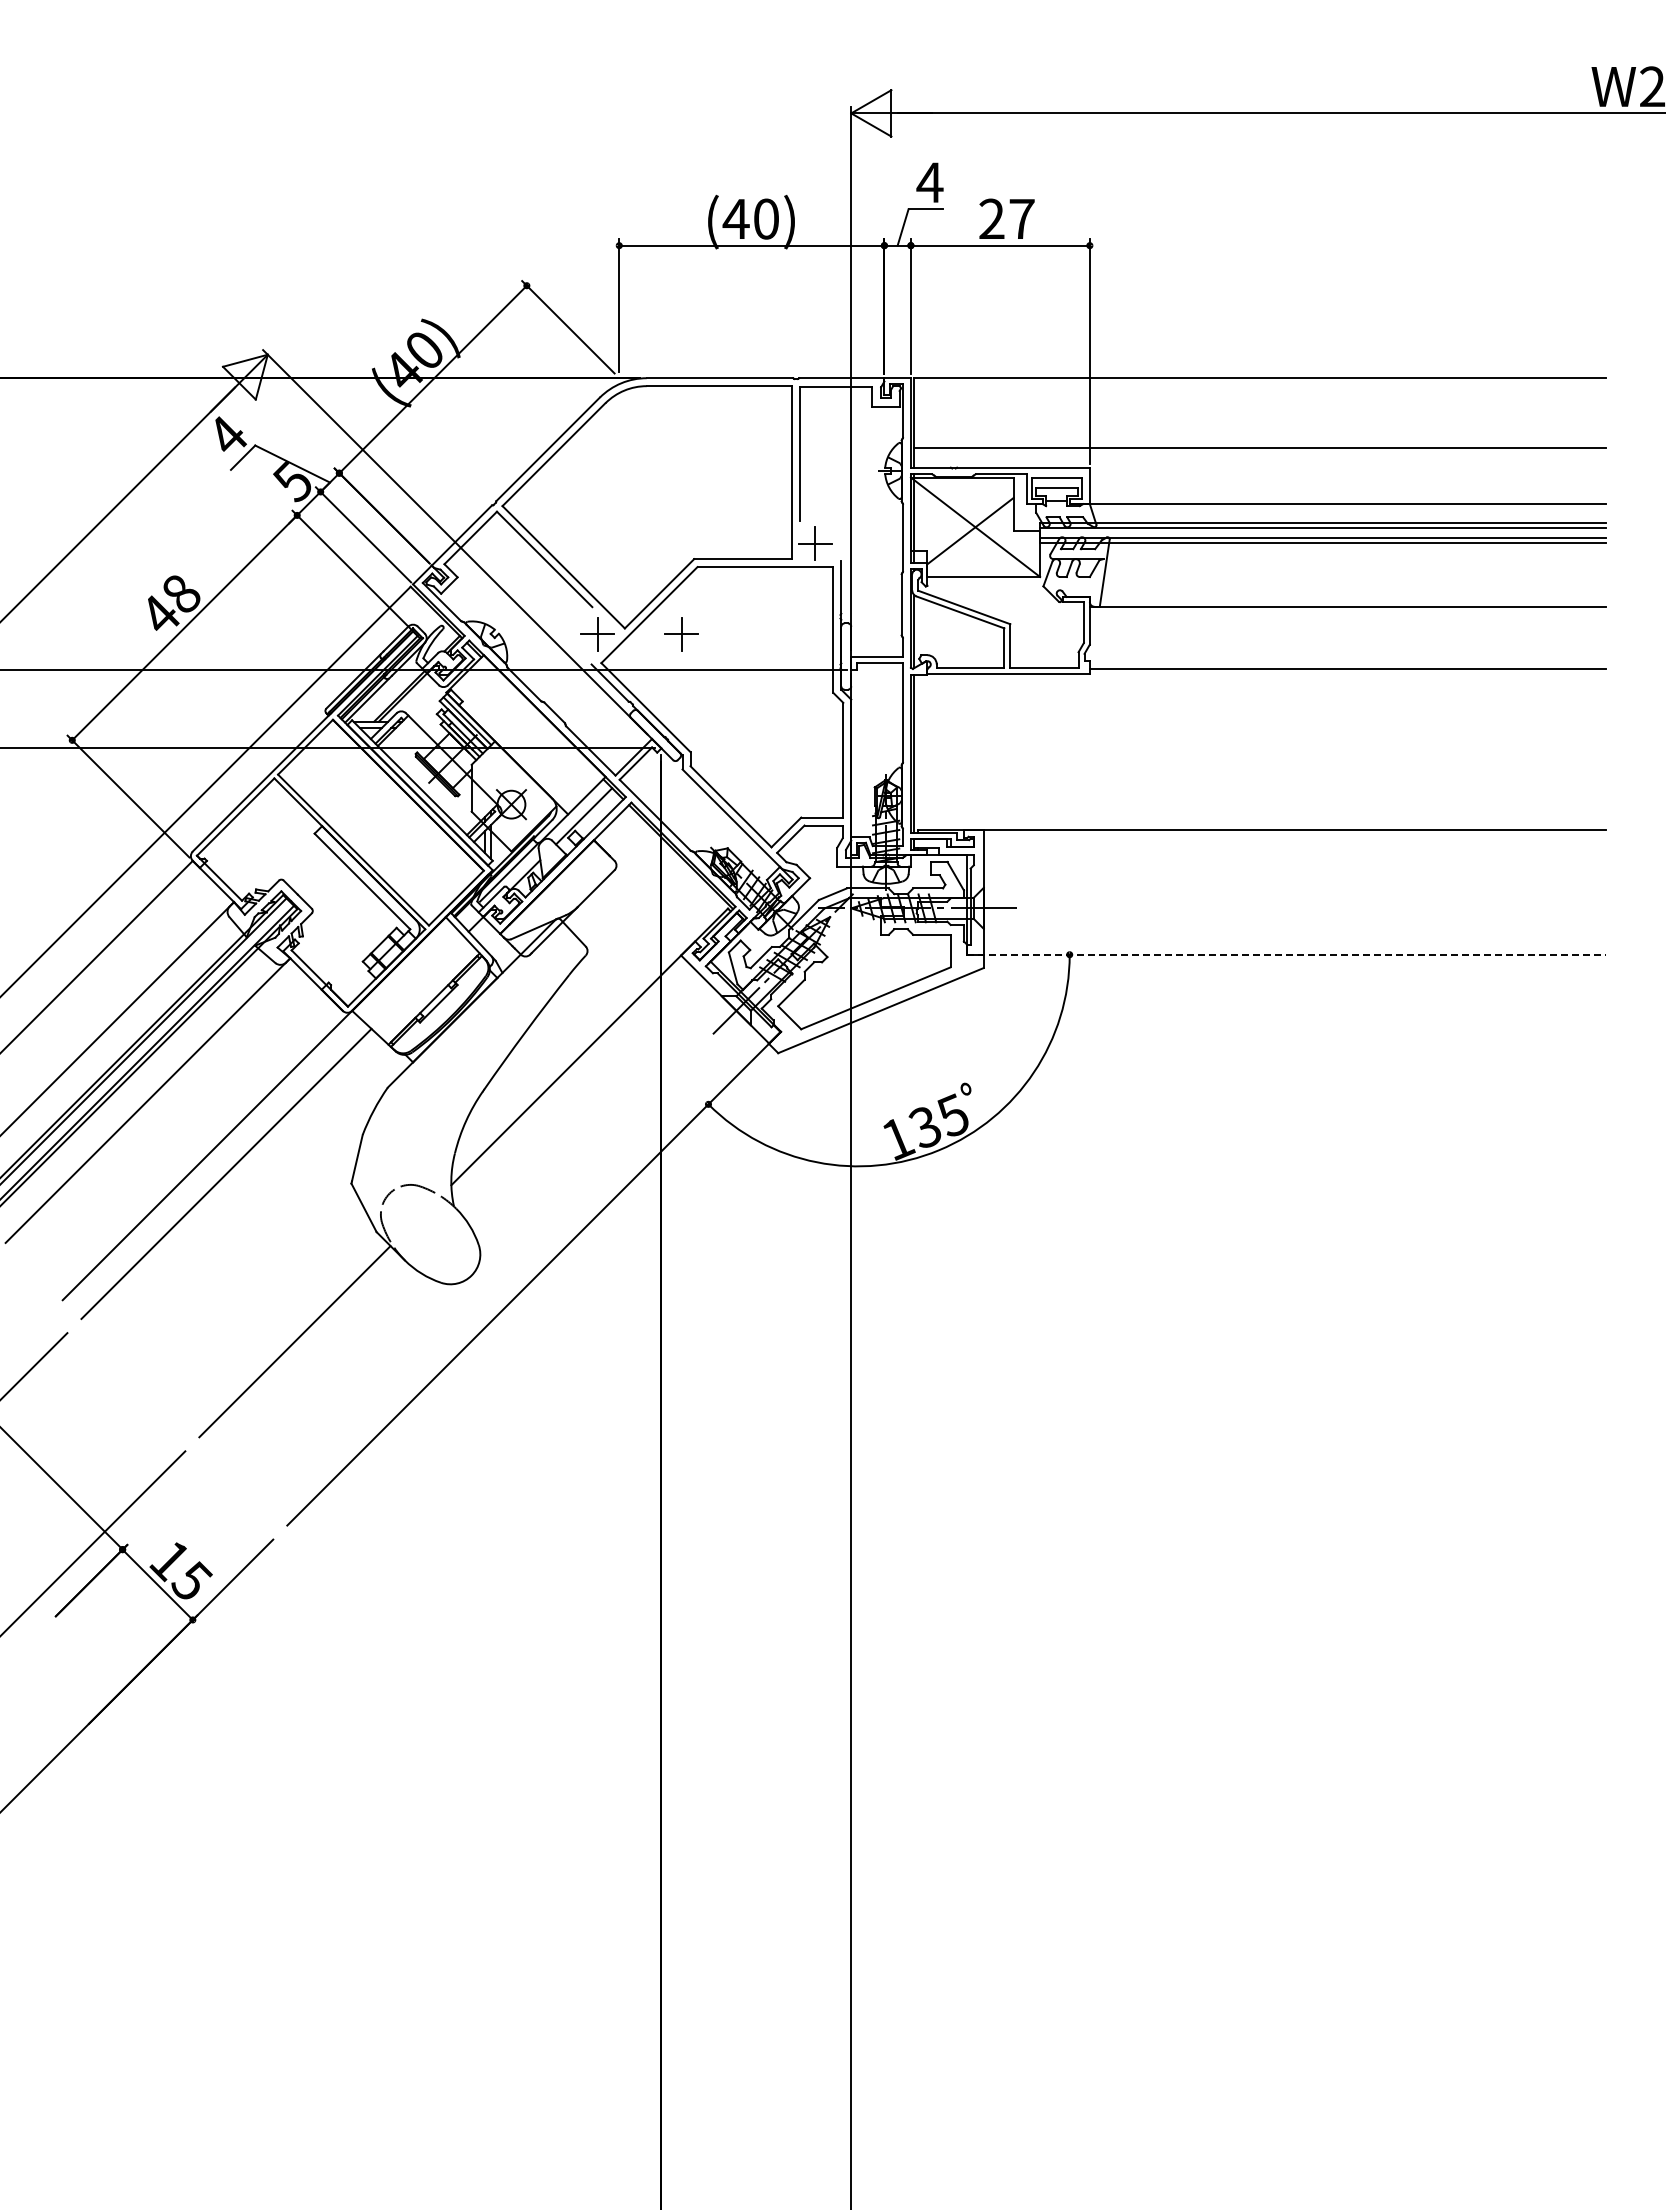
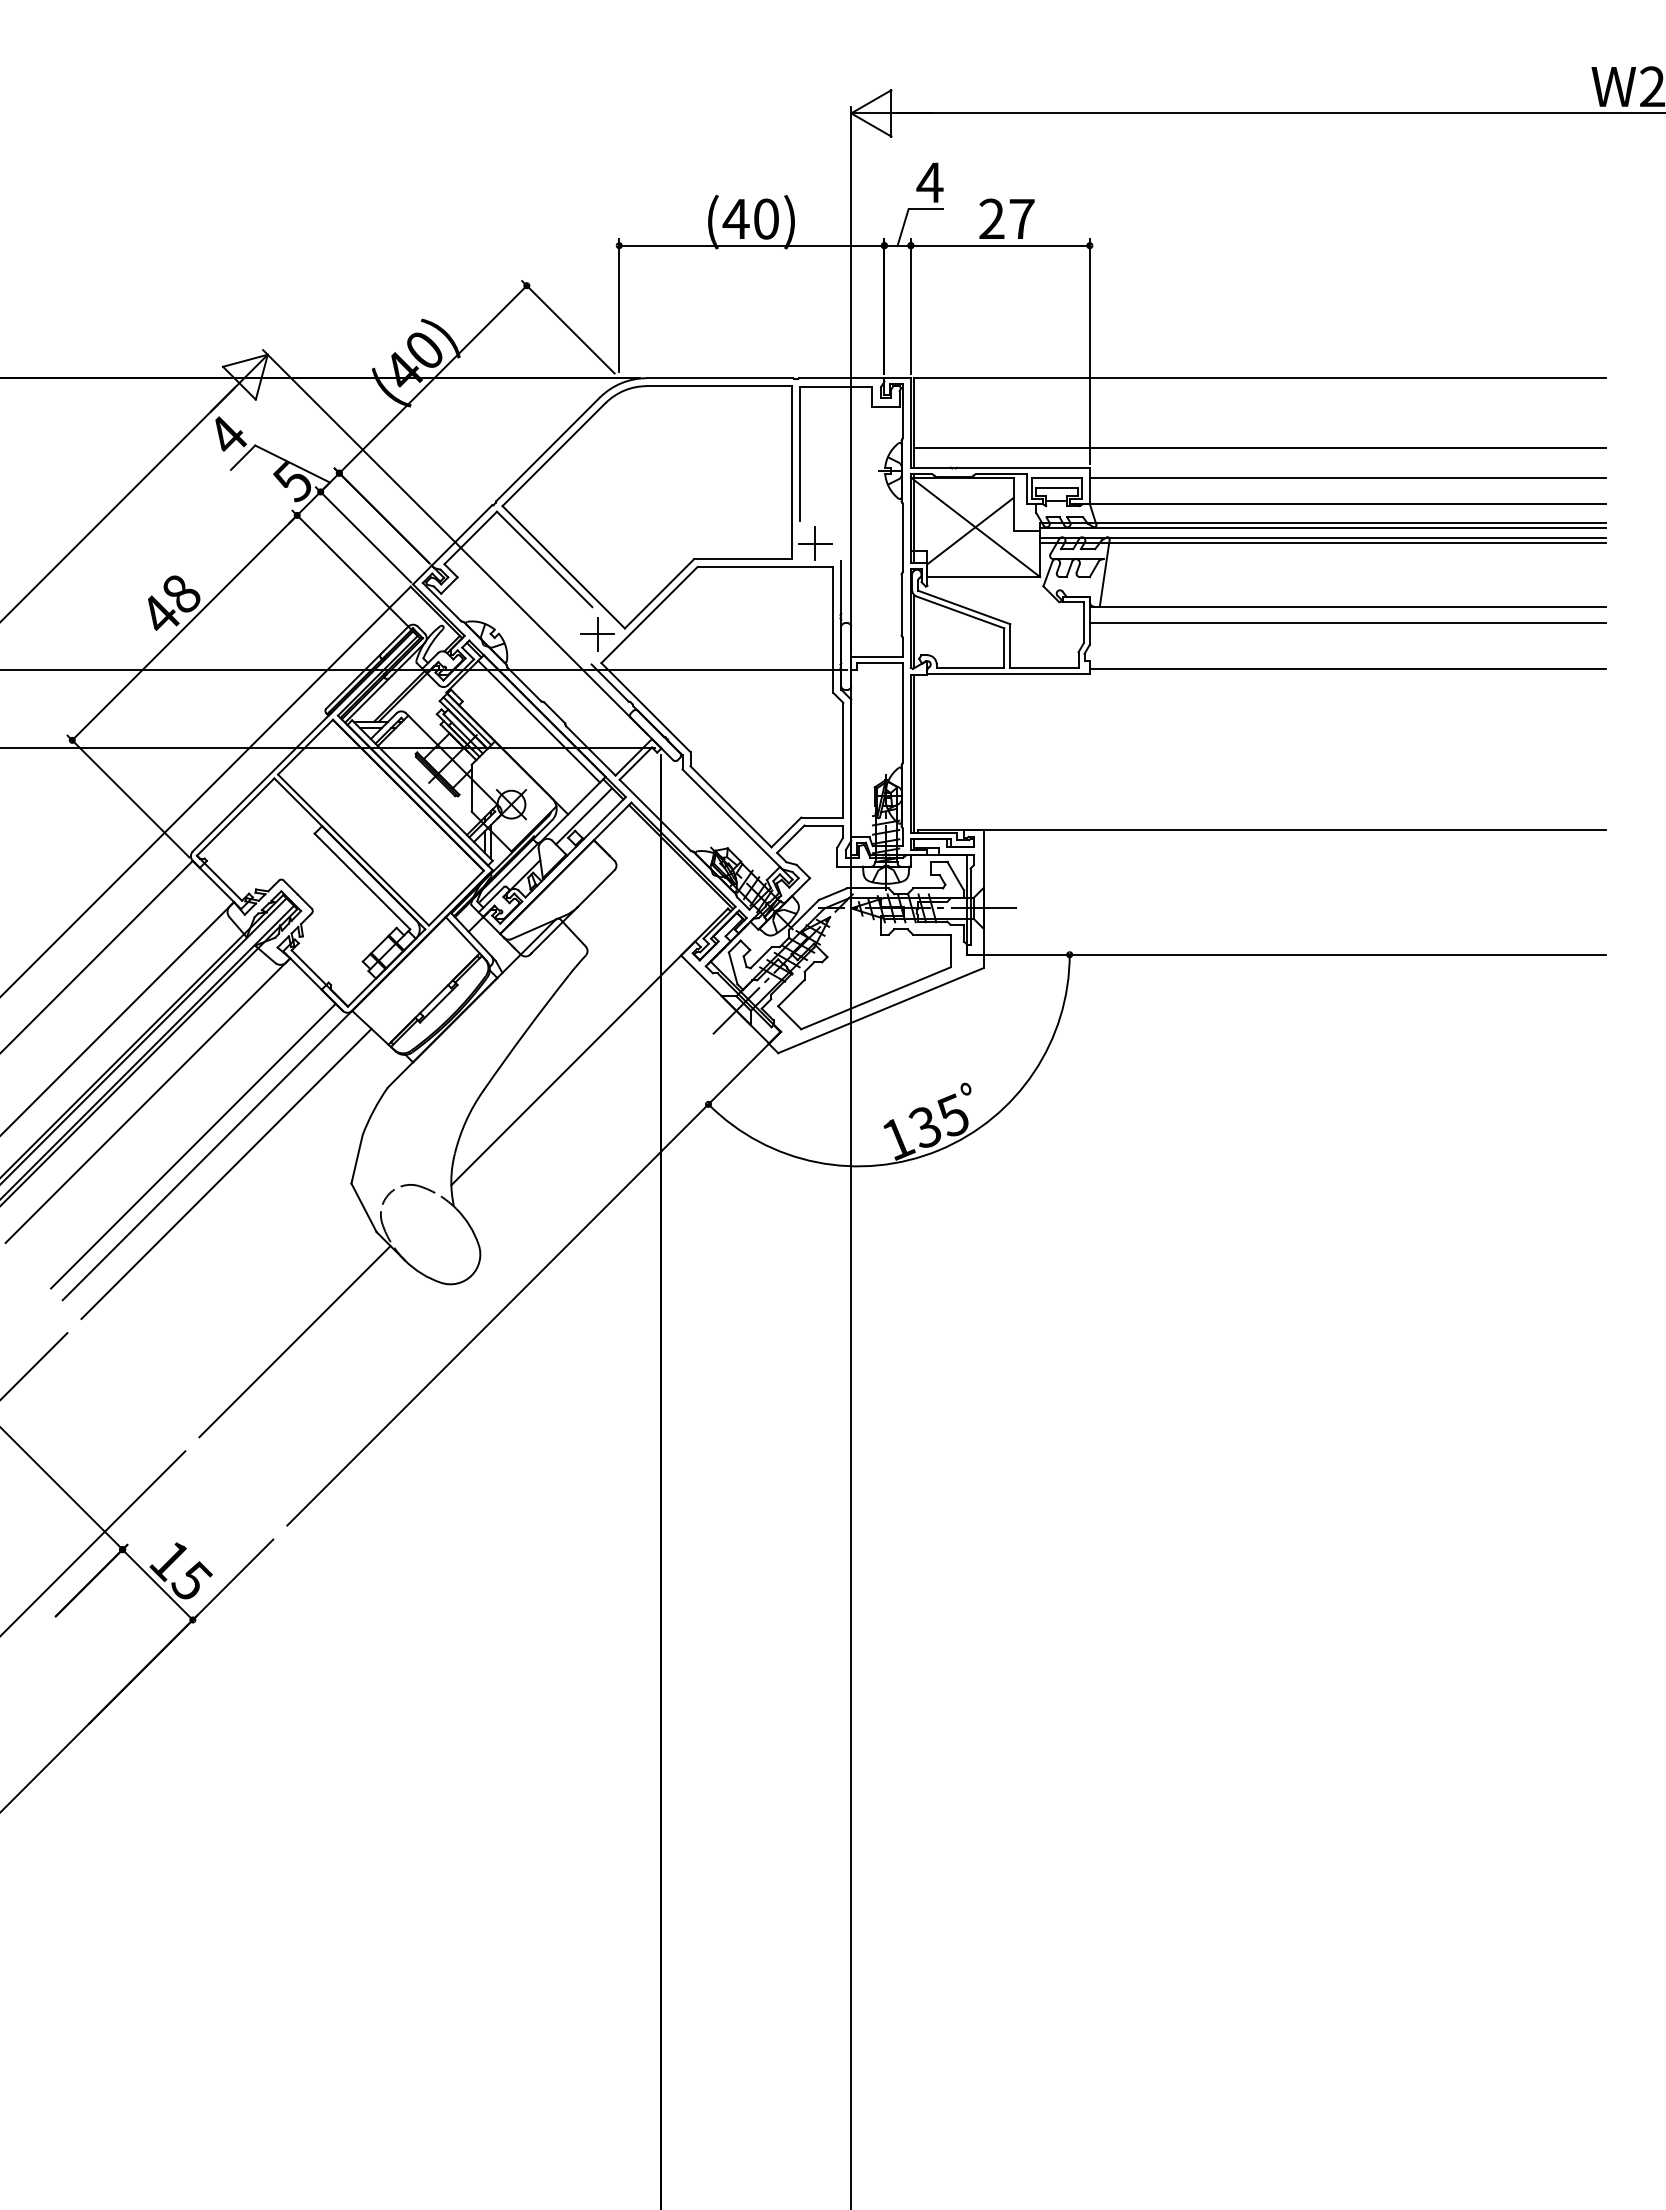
line at (1347, 477): none -> present
line at (1347, 623): none -> present
part at (681, 634): present -> none
line at (539, 721): none -> present
line at (1287, 954): dashed -> solid
line at (193, 1145): none -> present
